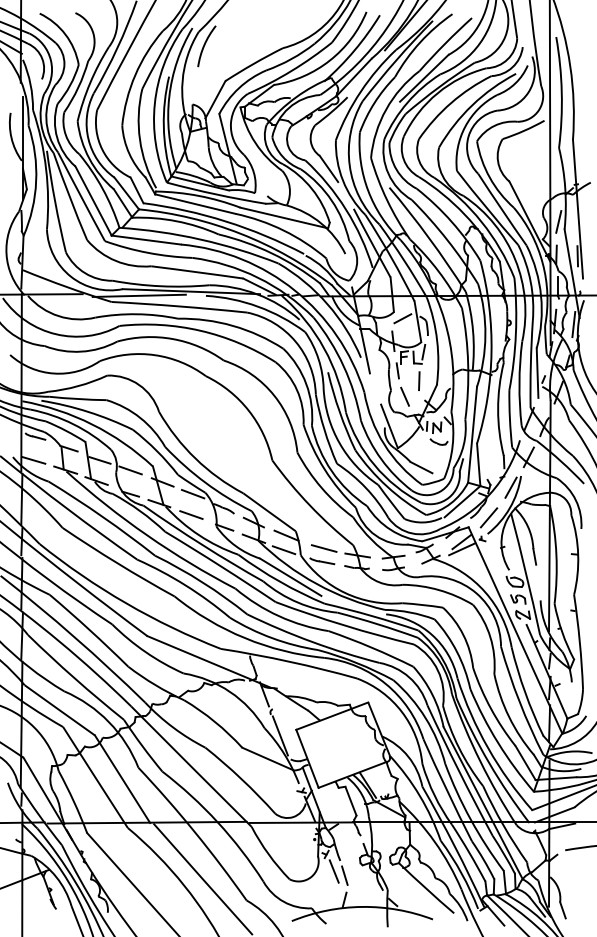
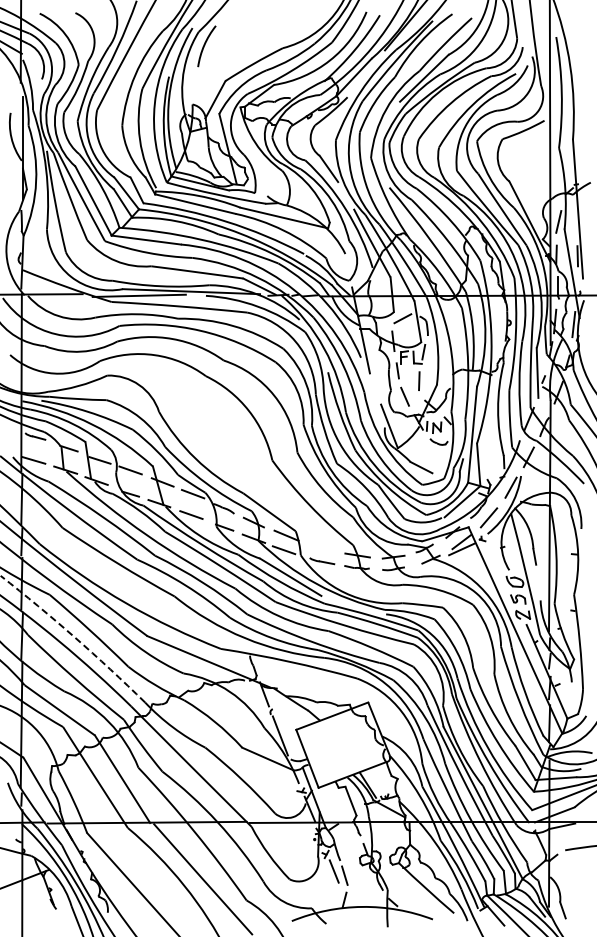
line at (323, 548): present -> none
arc at (74, 637): solid -> dashed
